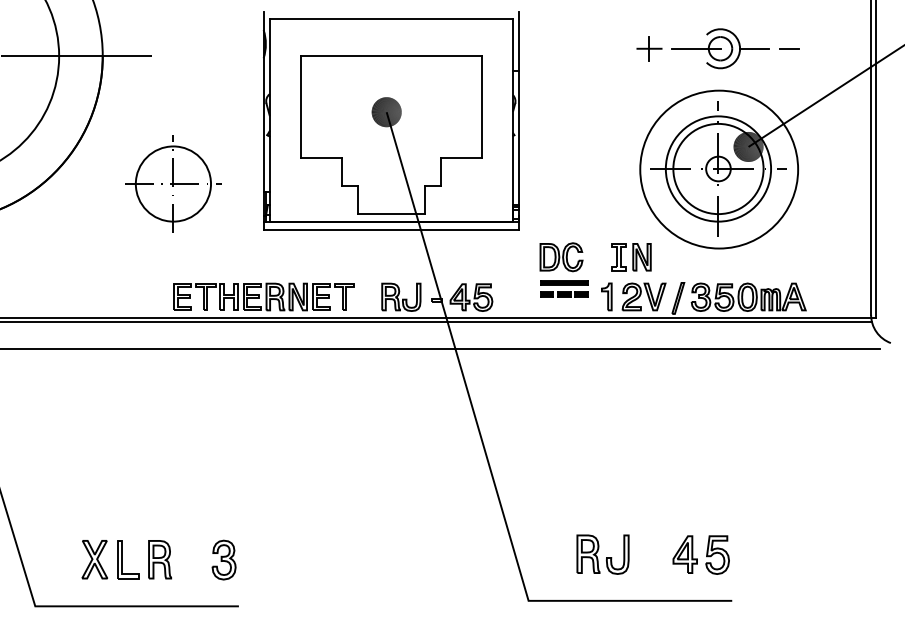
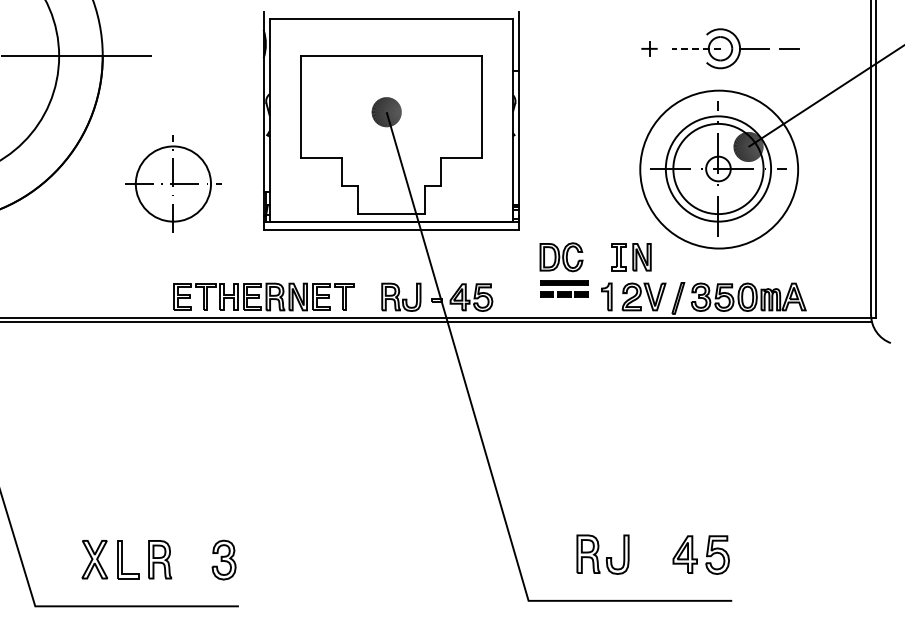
part at (649, 48) size: 27x26 px -> 17x16 px
line at (696, 48): solid -> dashed
line at (441, 349): present -> none
